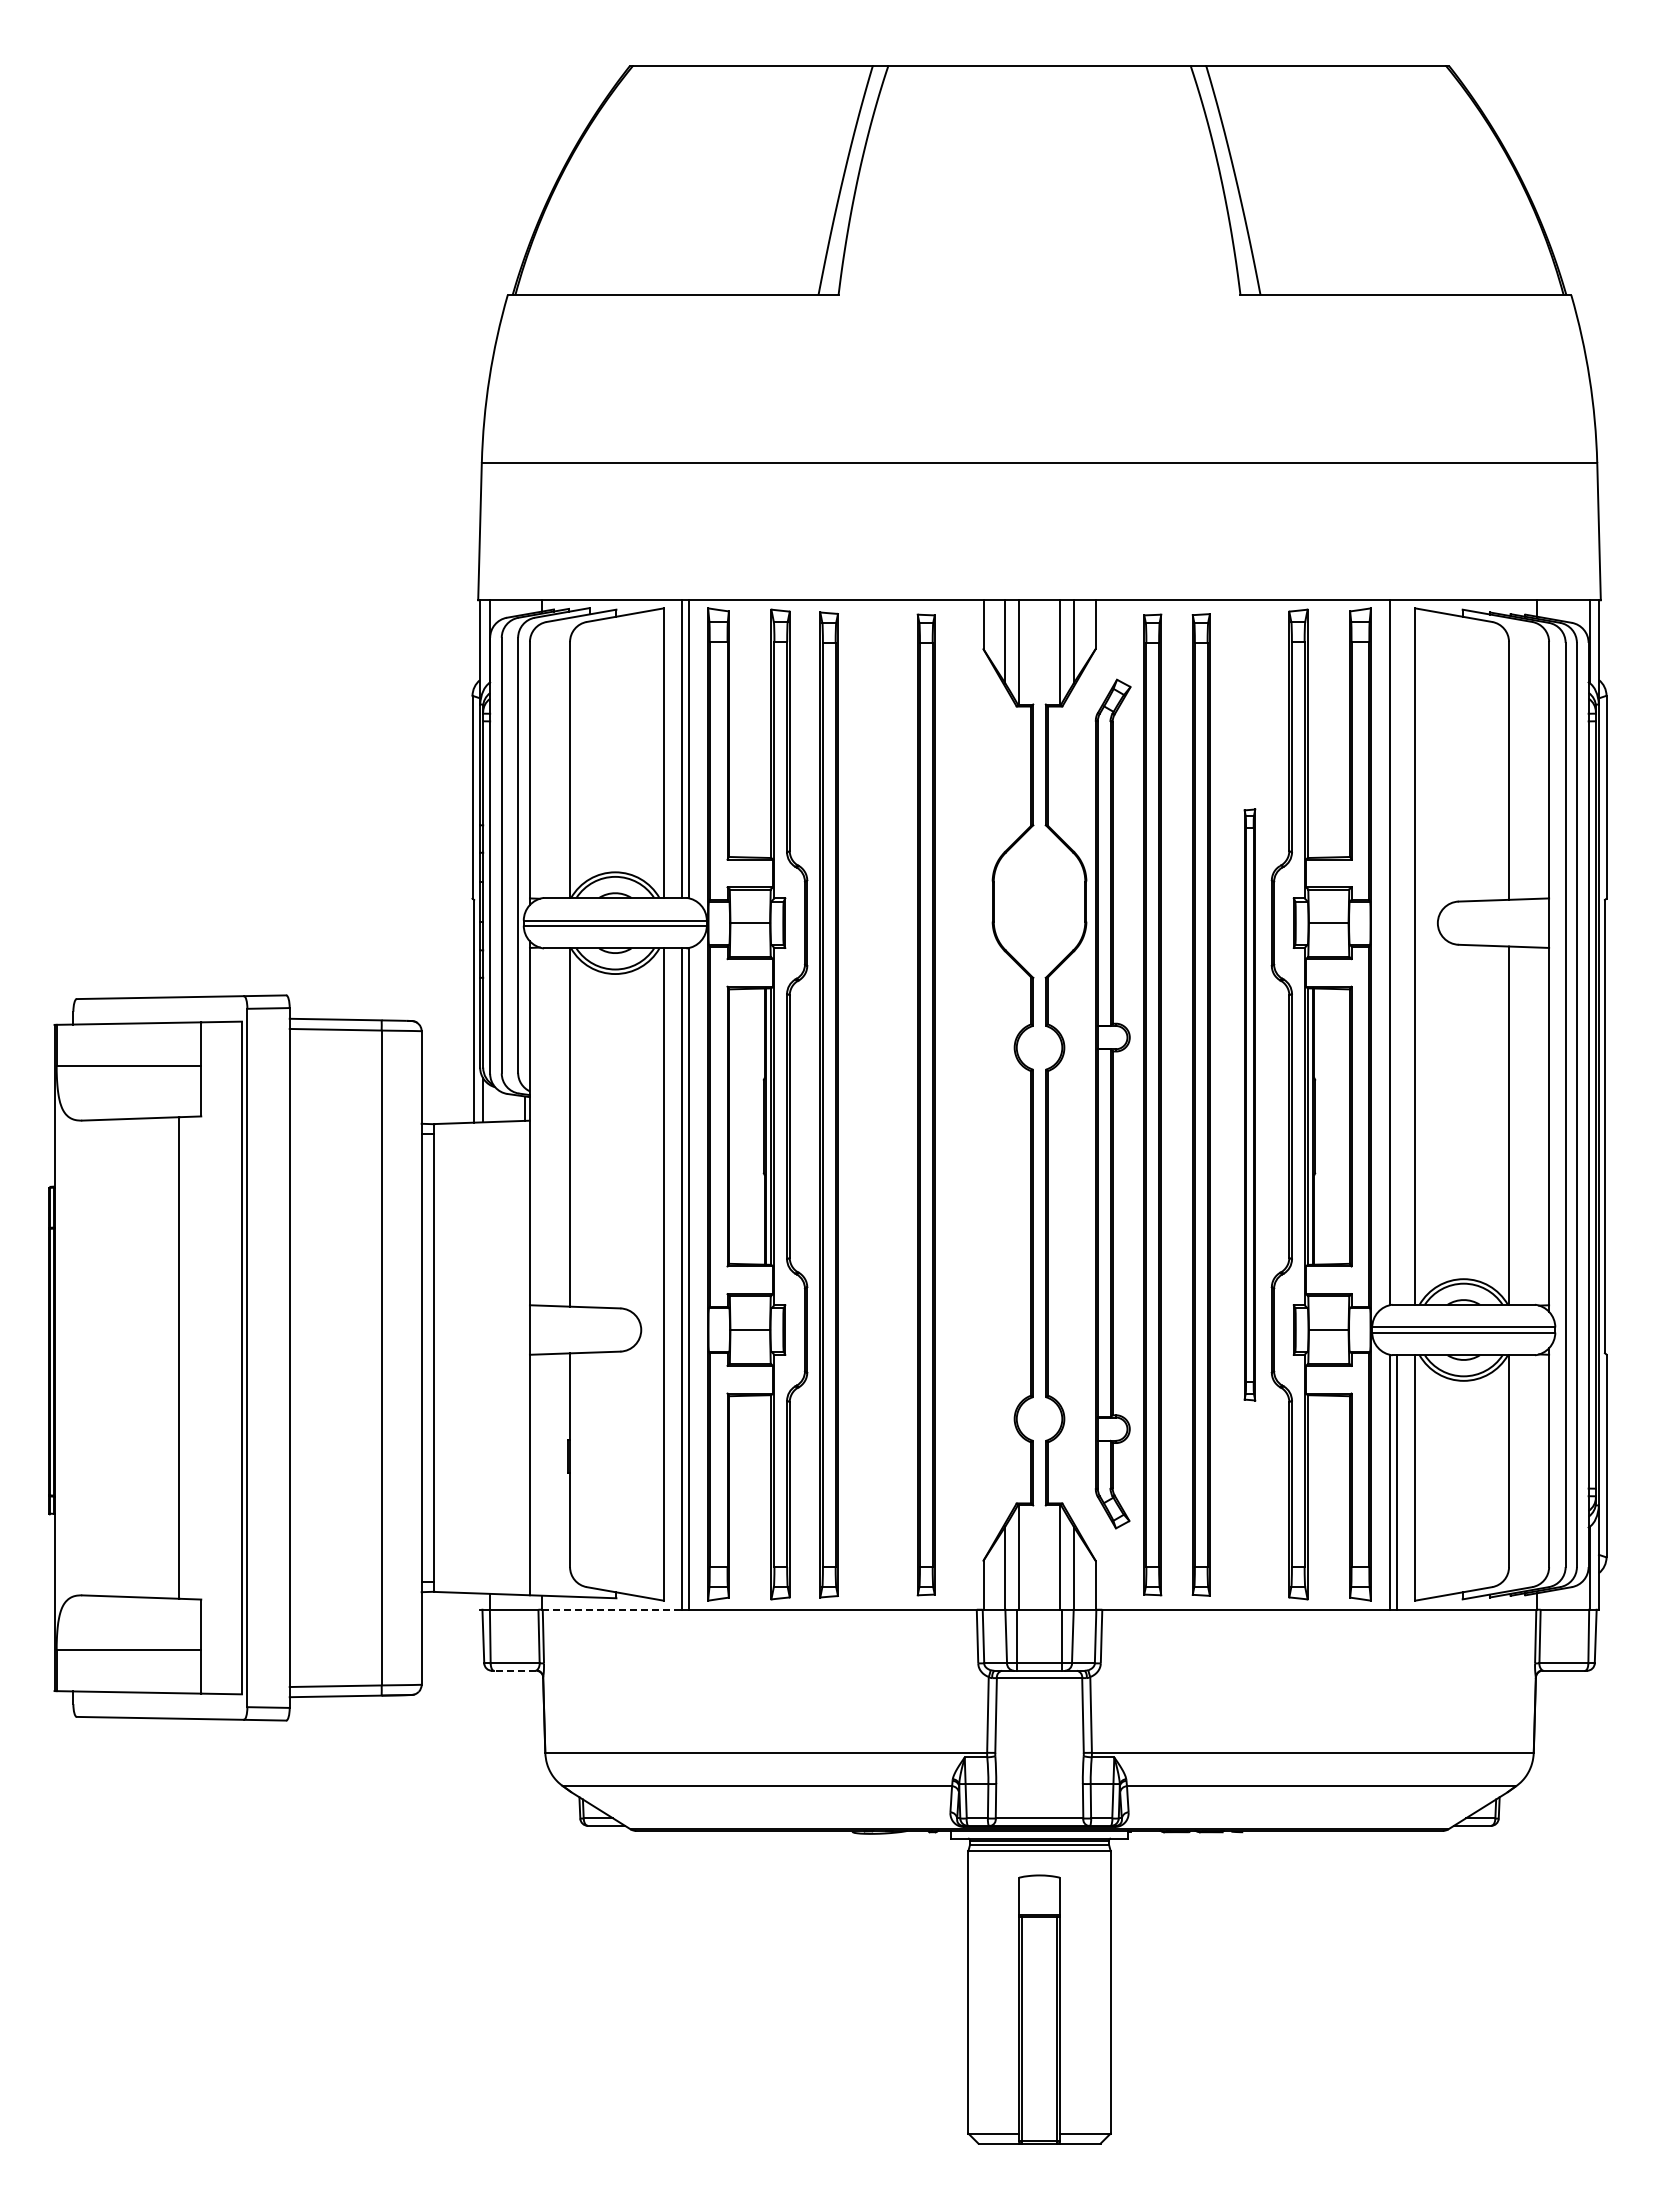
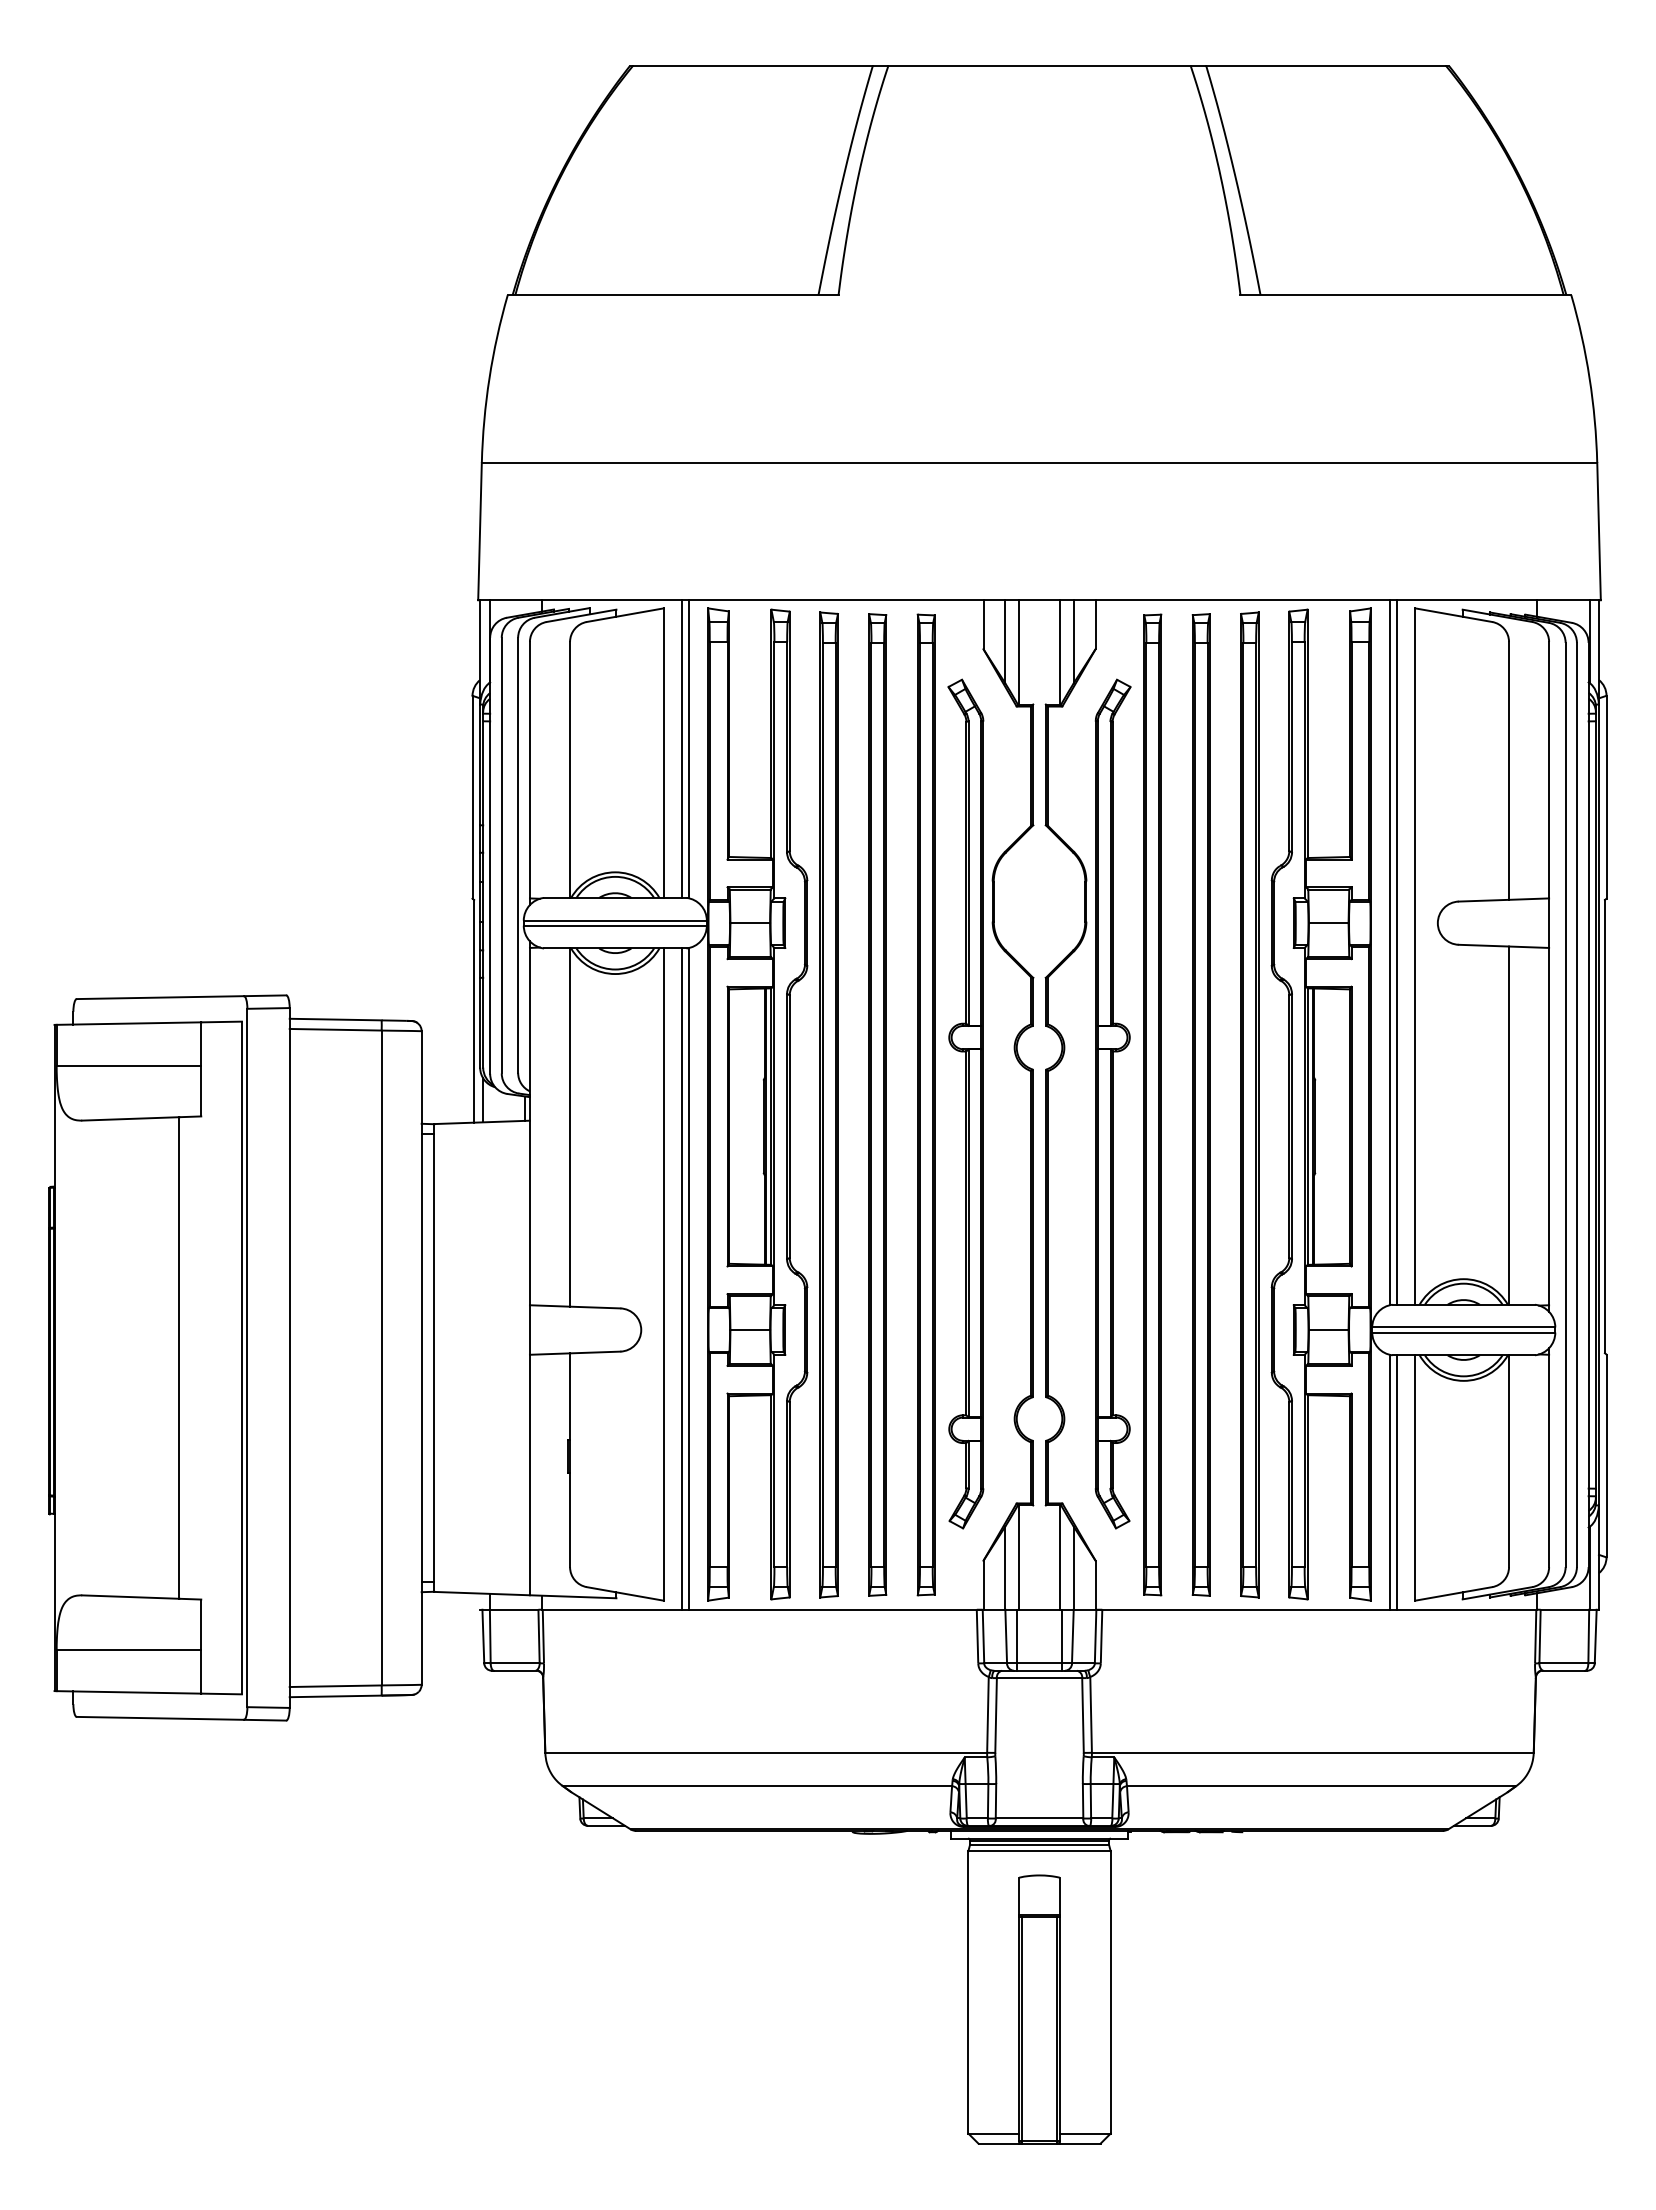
line at (1397, 952): none -> present
part at (965, 1103): none -> present
part at (877, 1104): none -> present
part at (1249, 1104) size: 14x594 px -> 20x988 px
line at (611, 1609): dashed -> solid
line at (514, 1670): dashed -> solid
